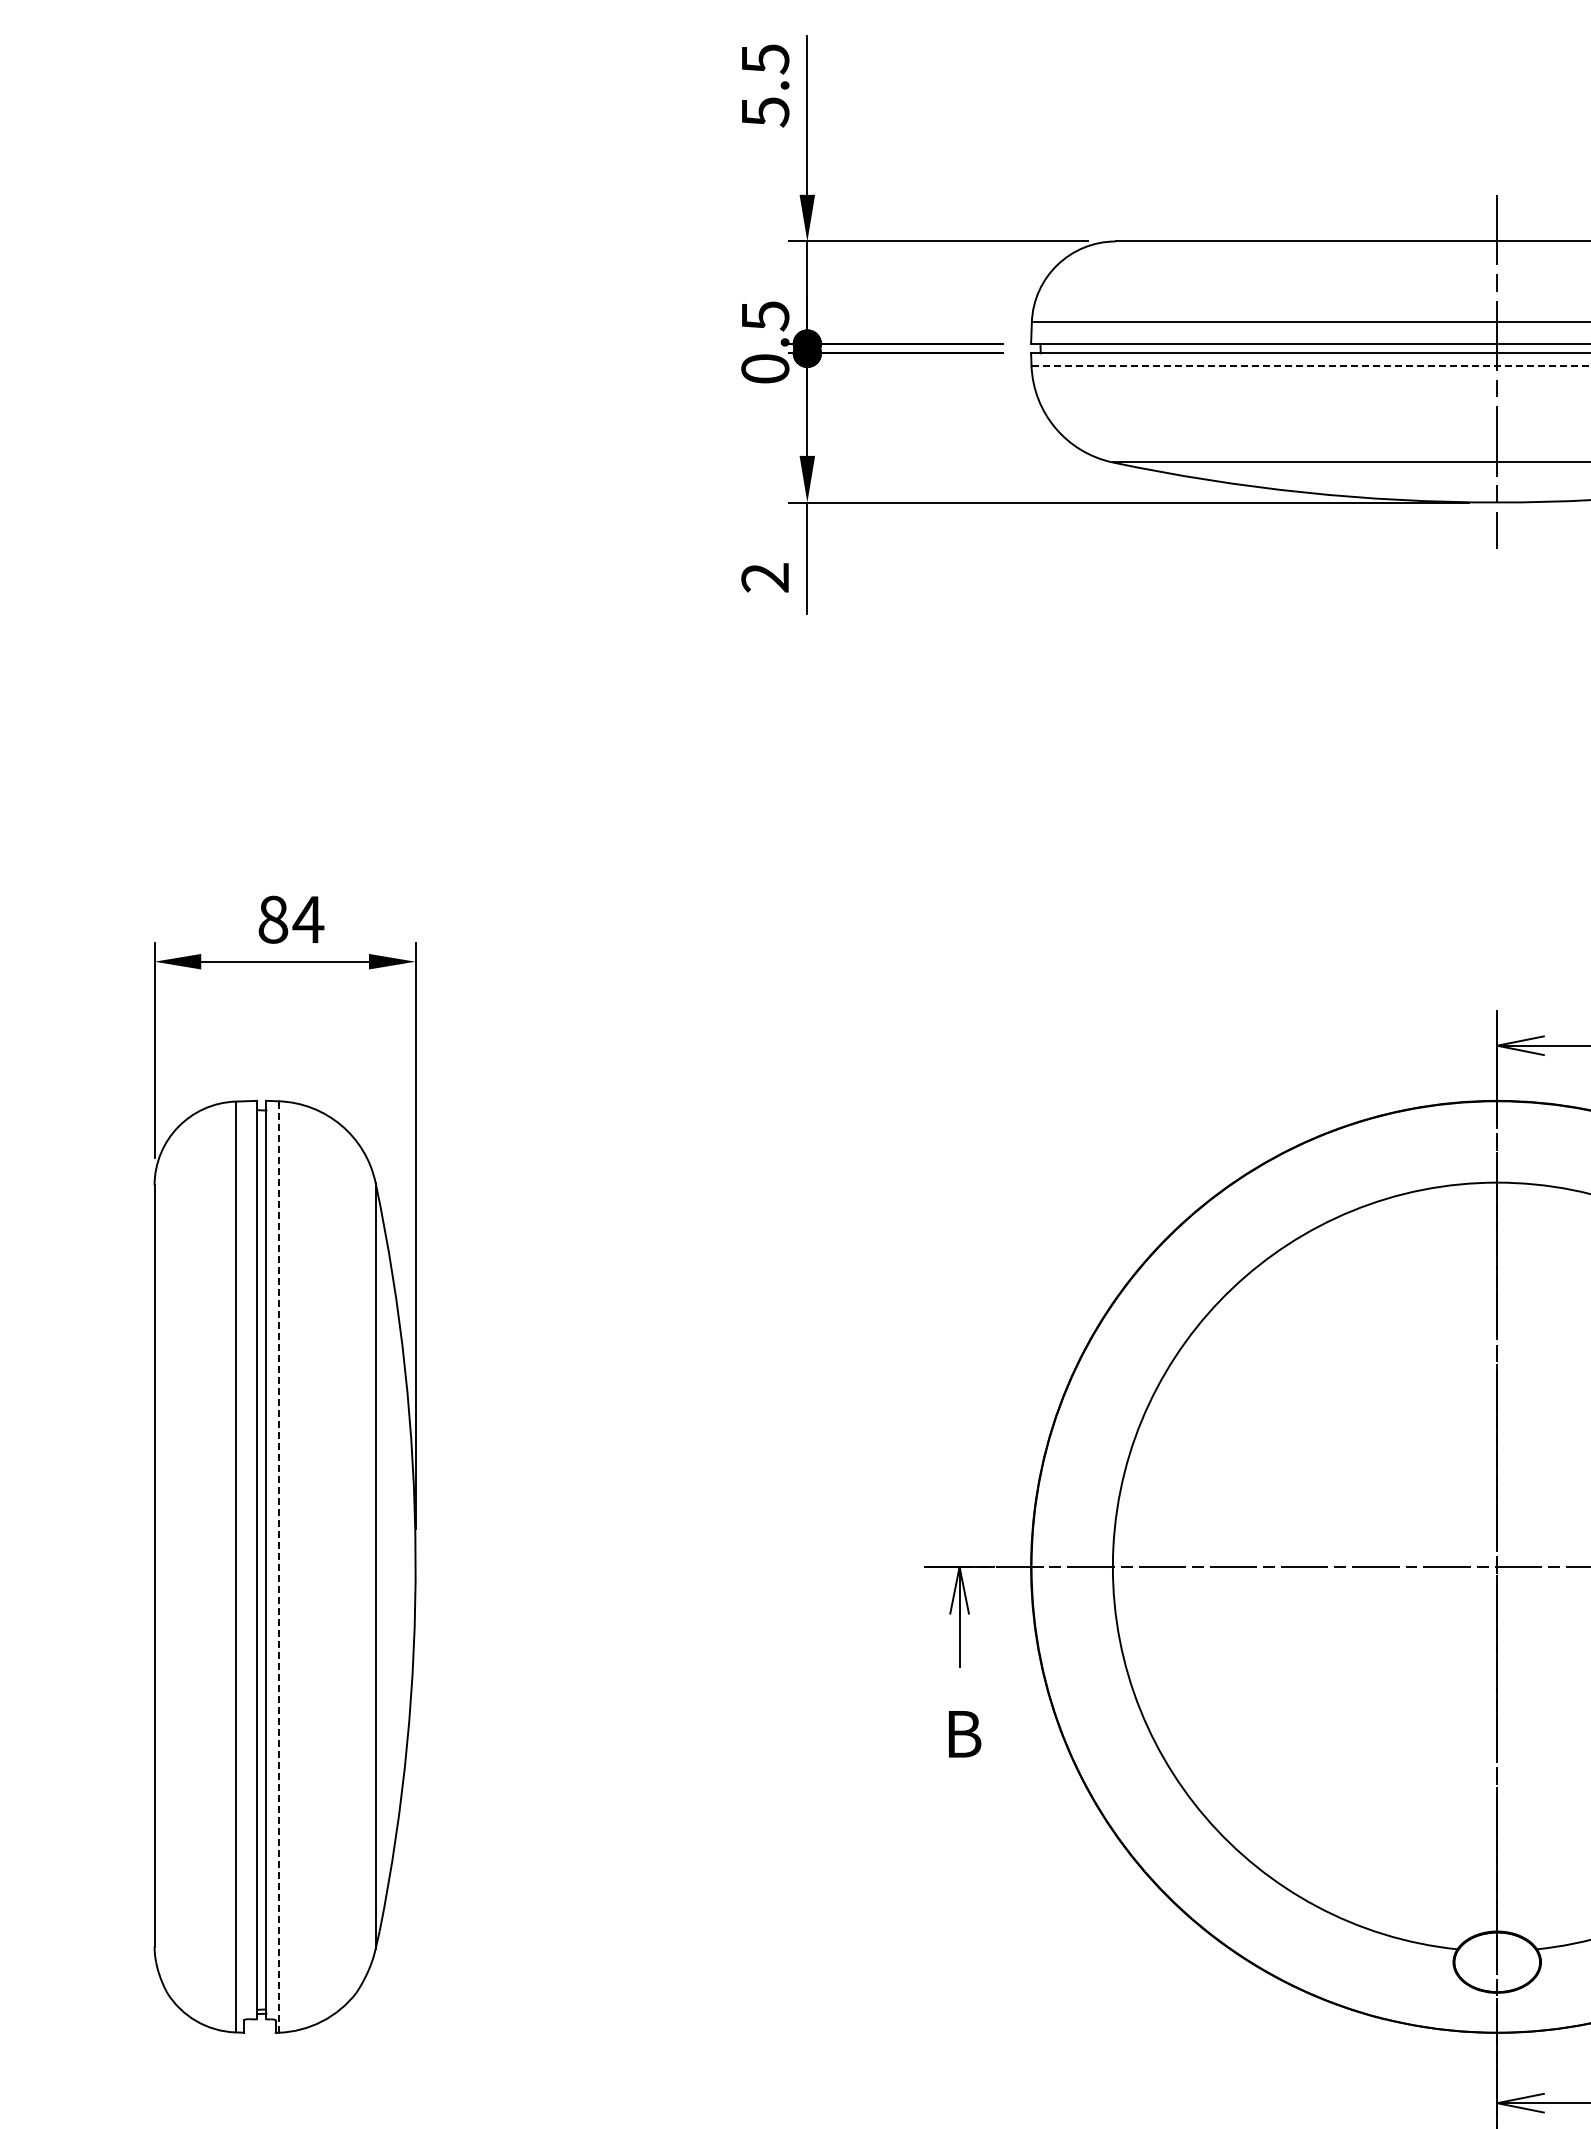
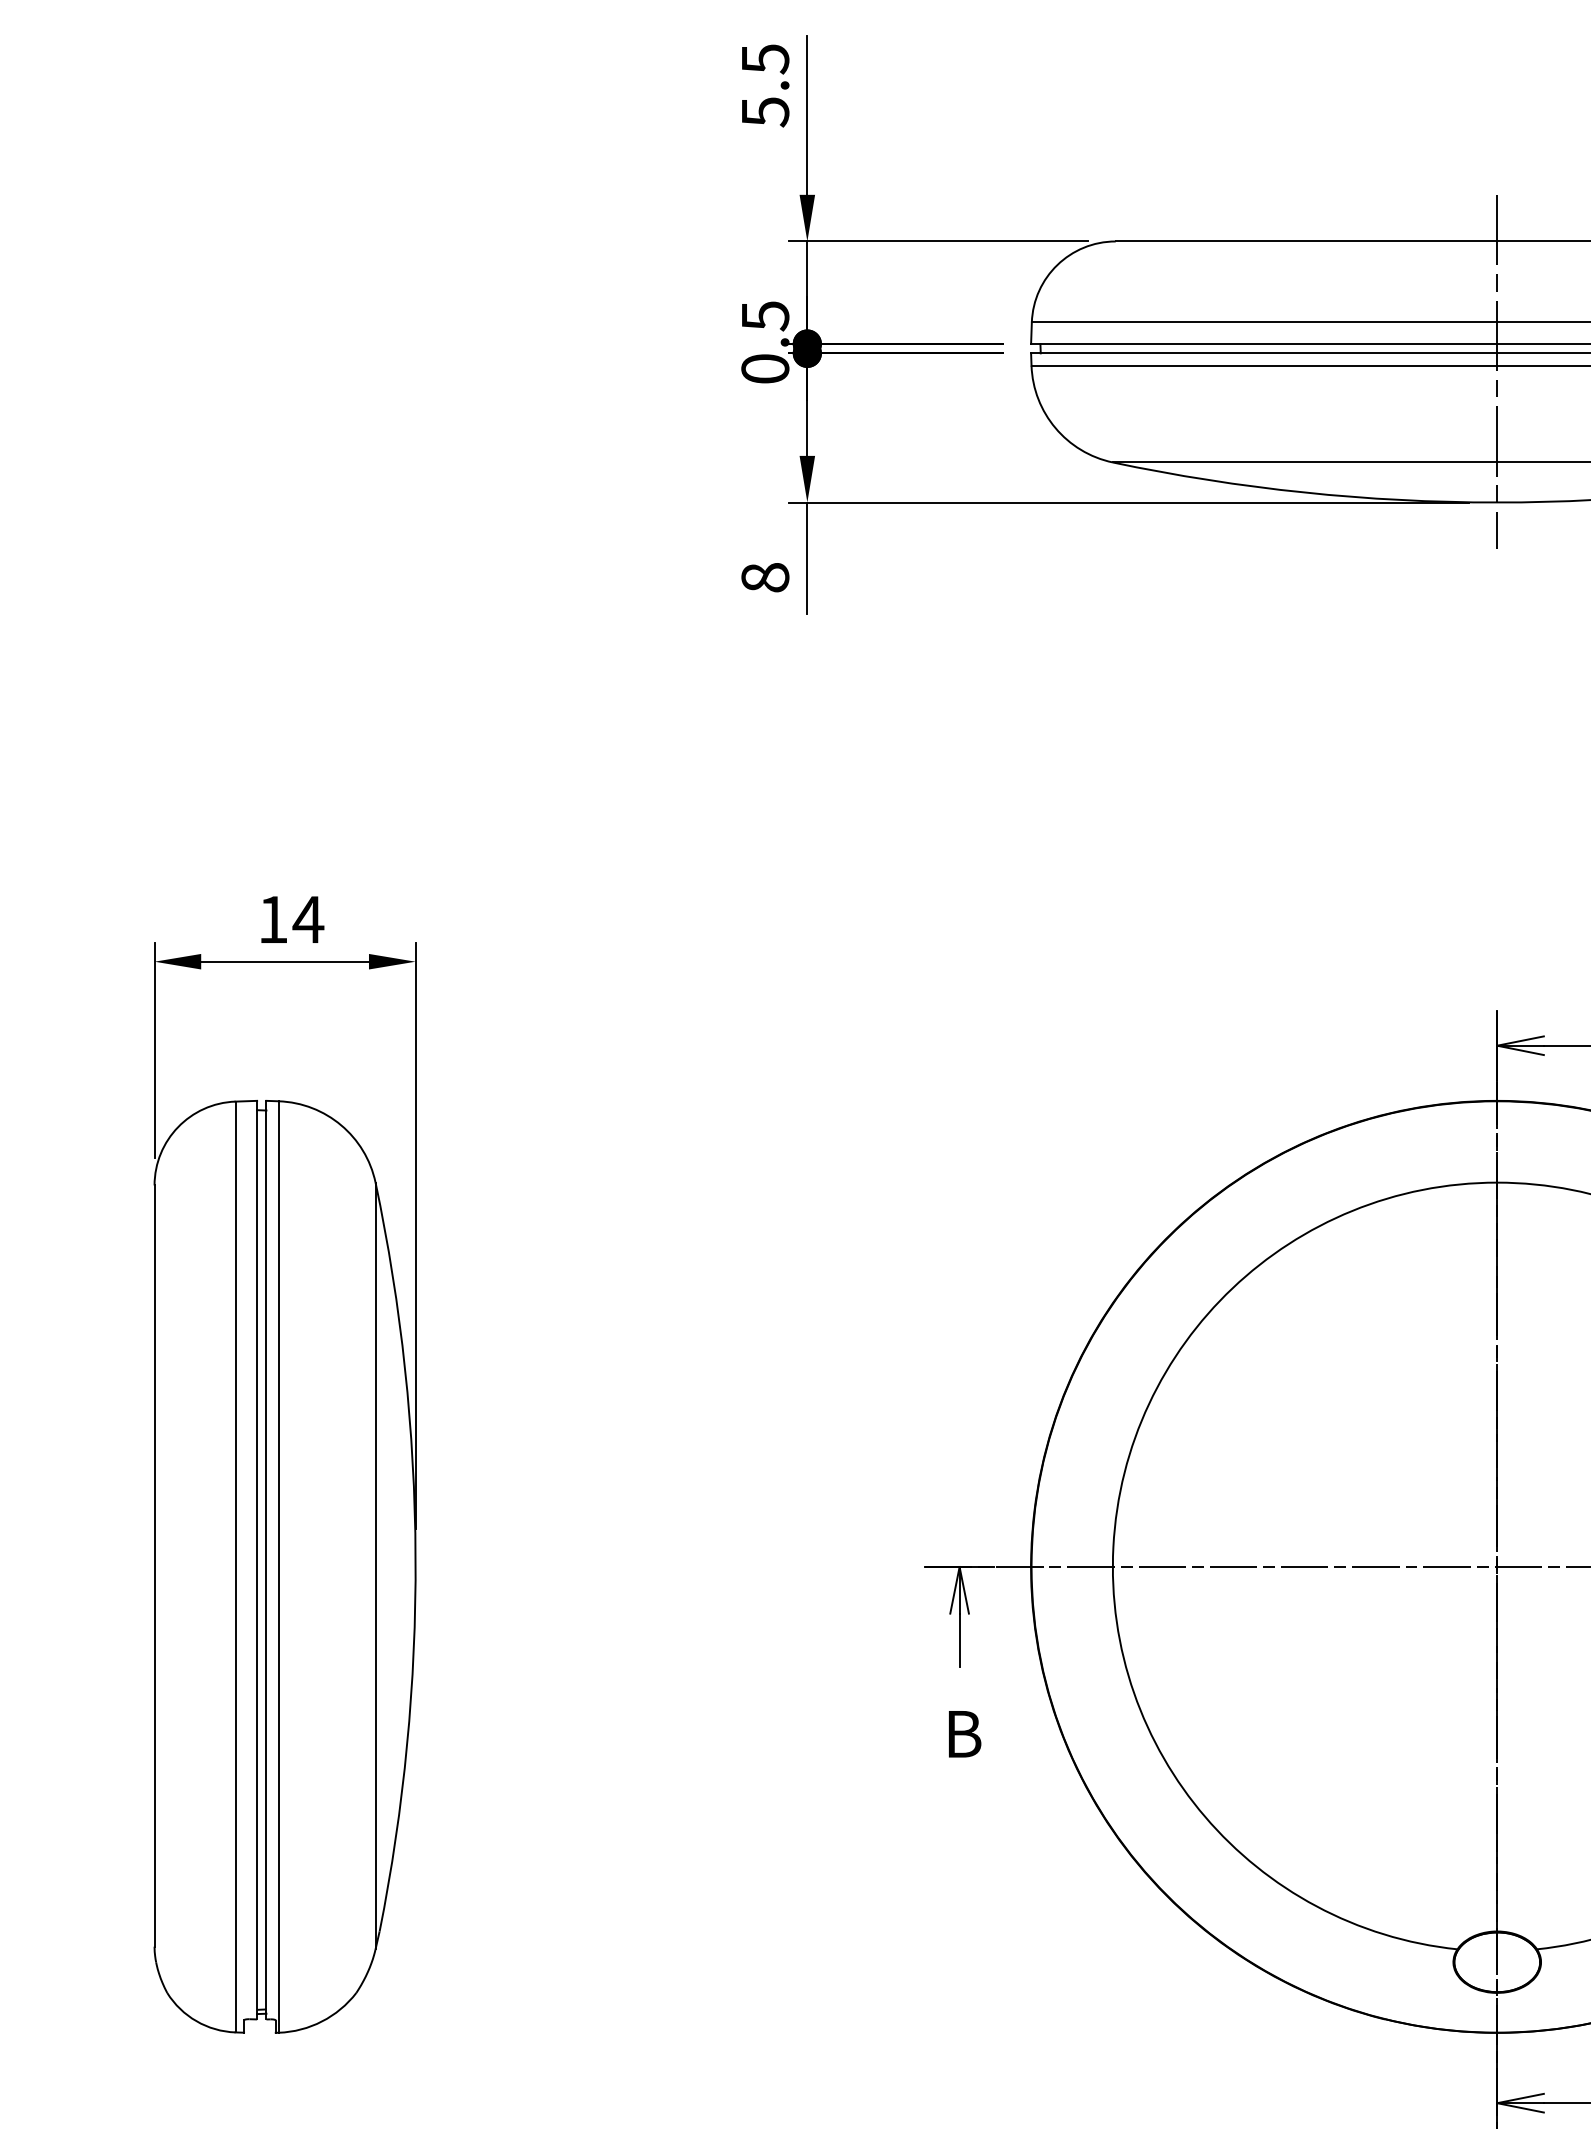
line at (1311, 365): dashed -> solid
text at (765, 577): 2 -> 8
text at (273, 919): 84 -> 14
line at (278, 1567): dashed -> solid
